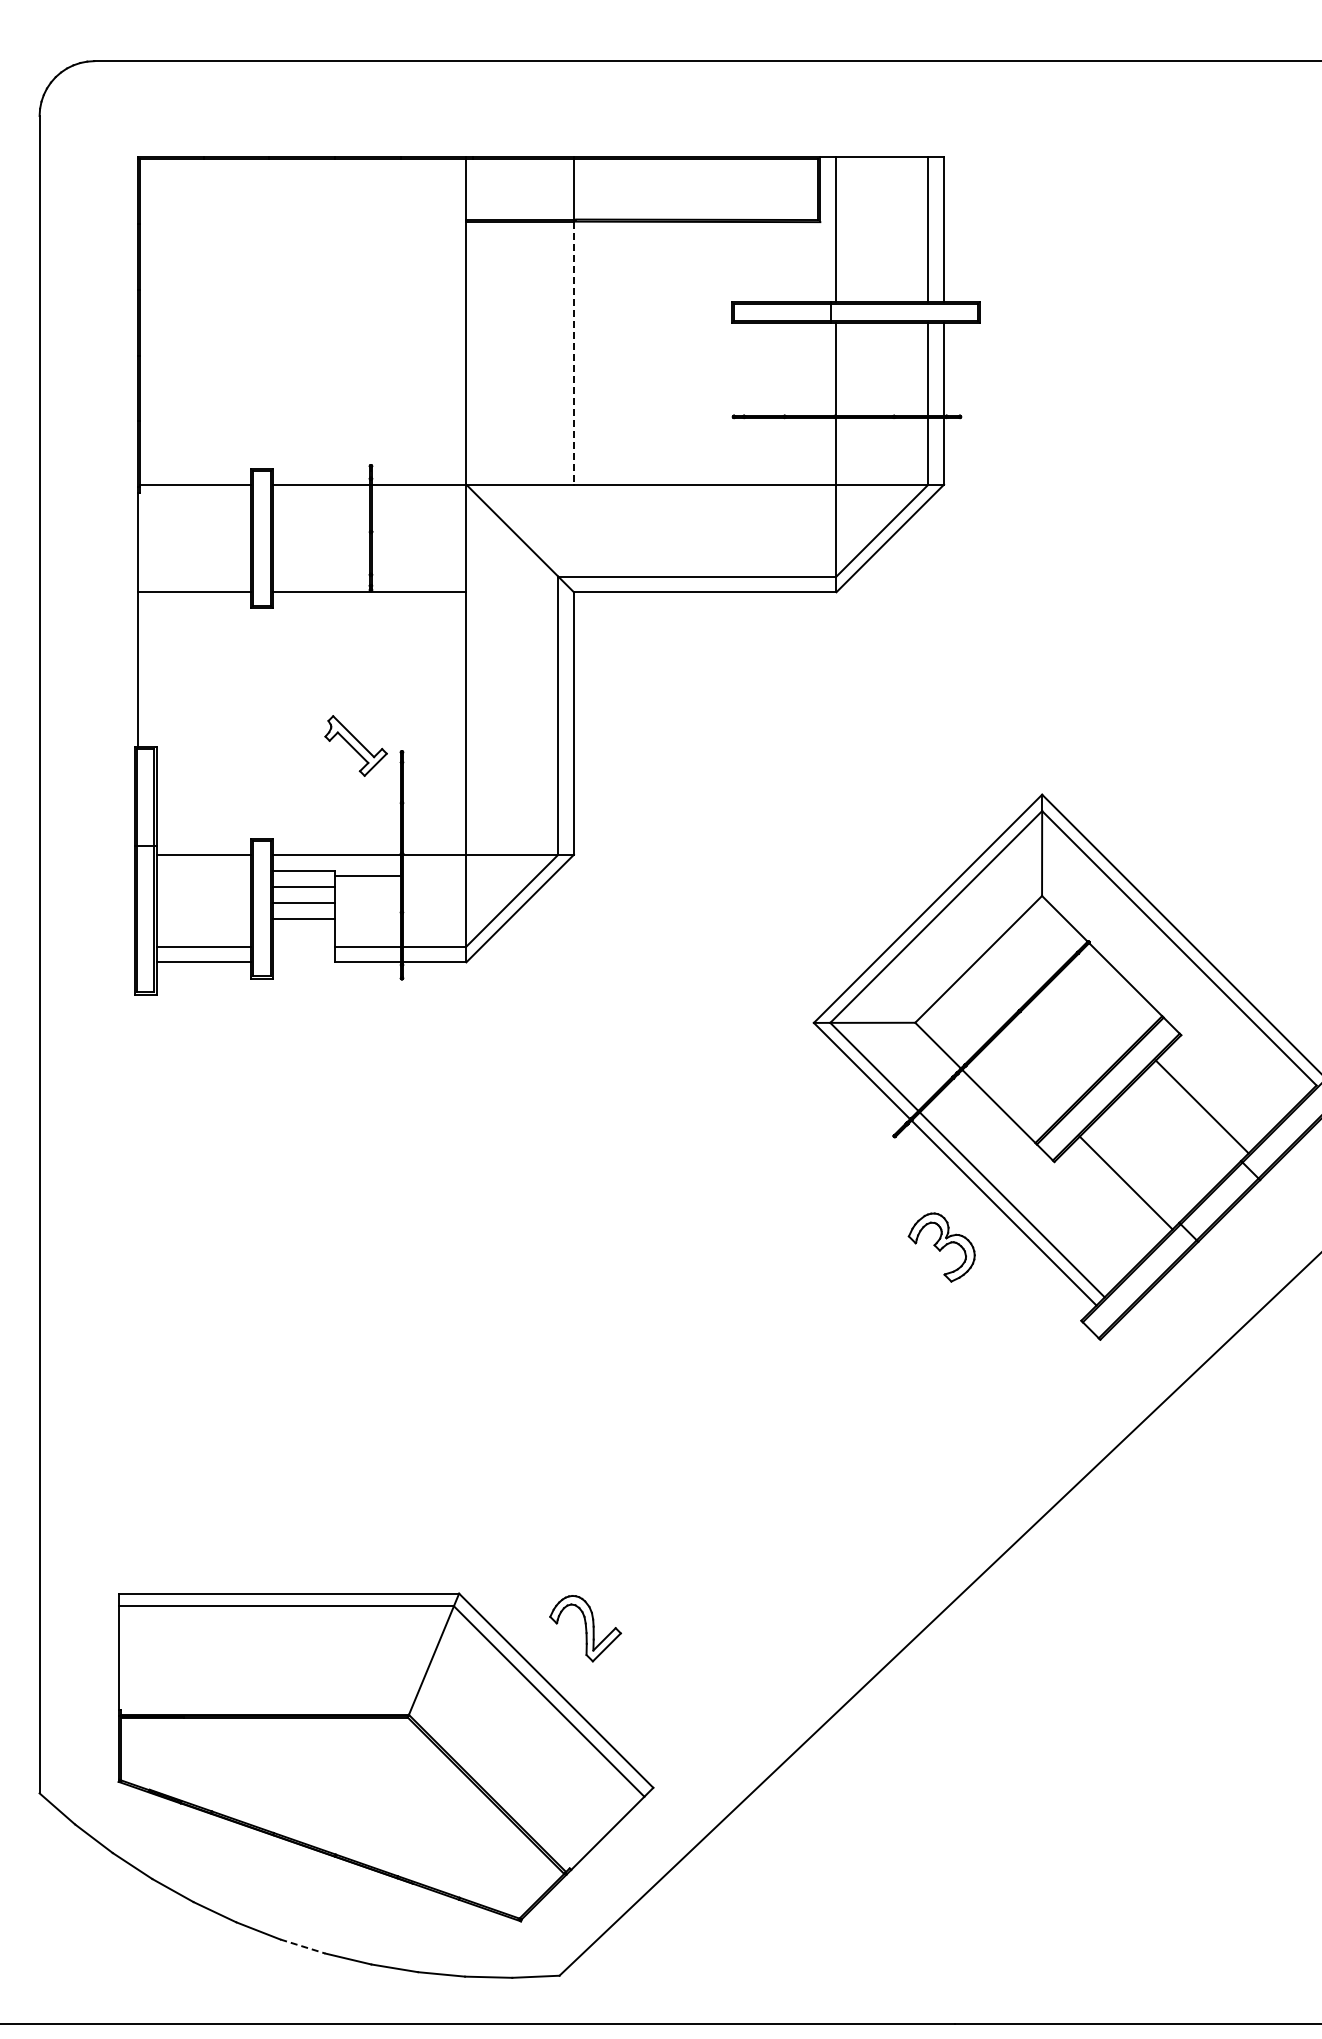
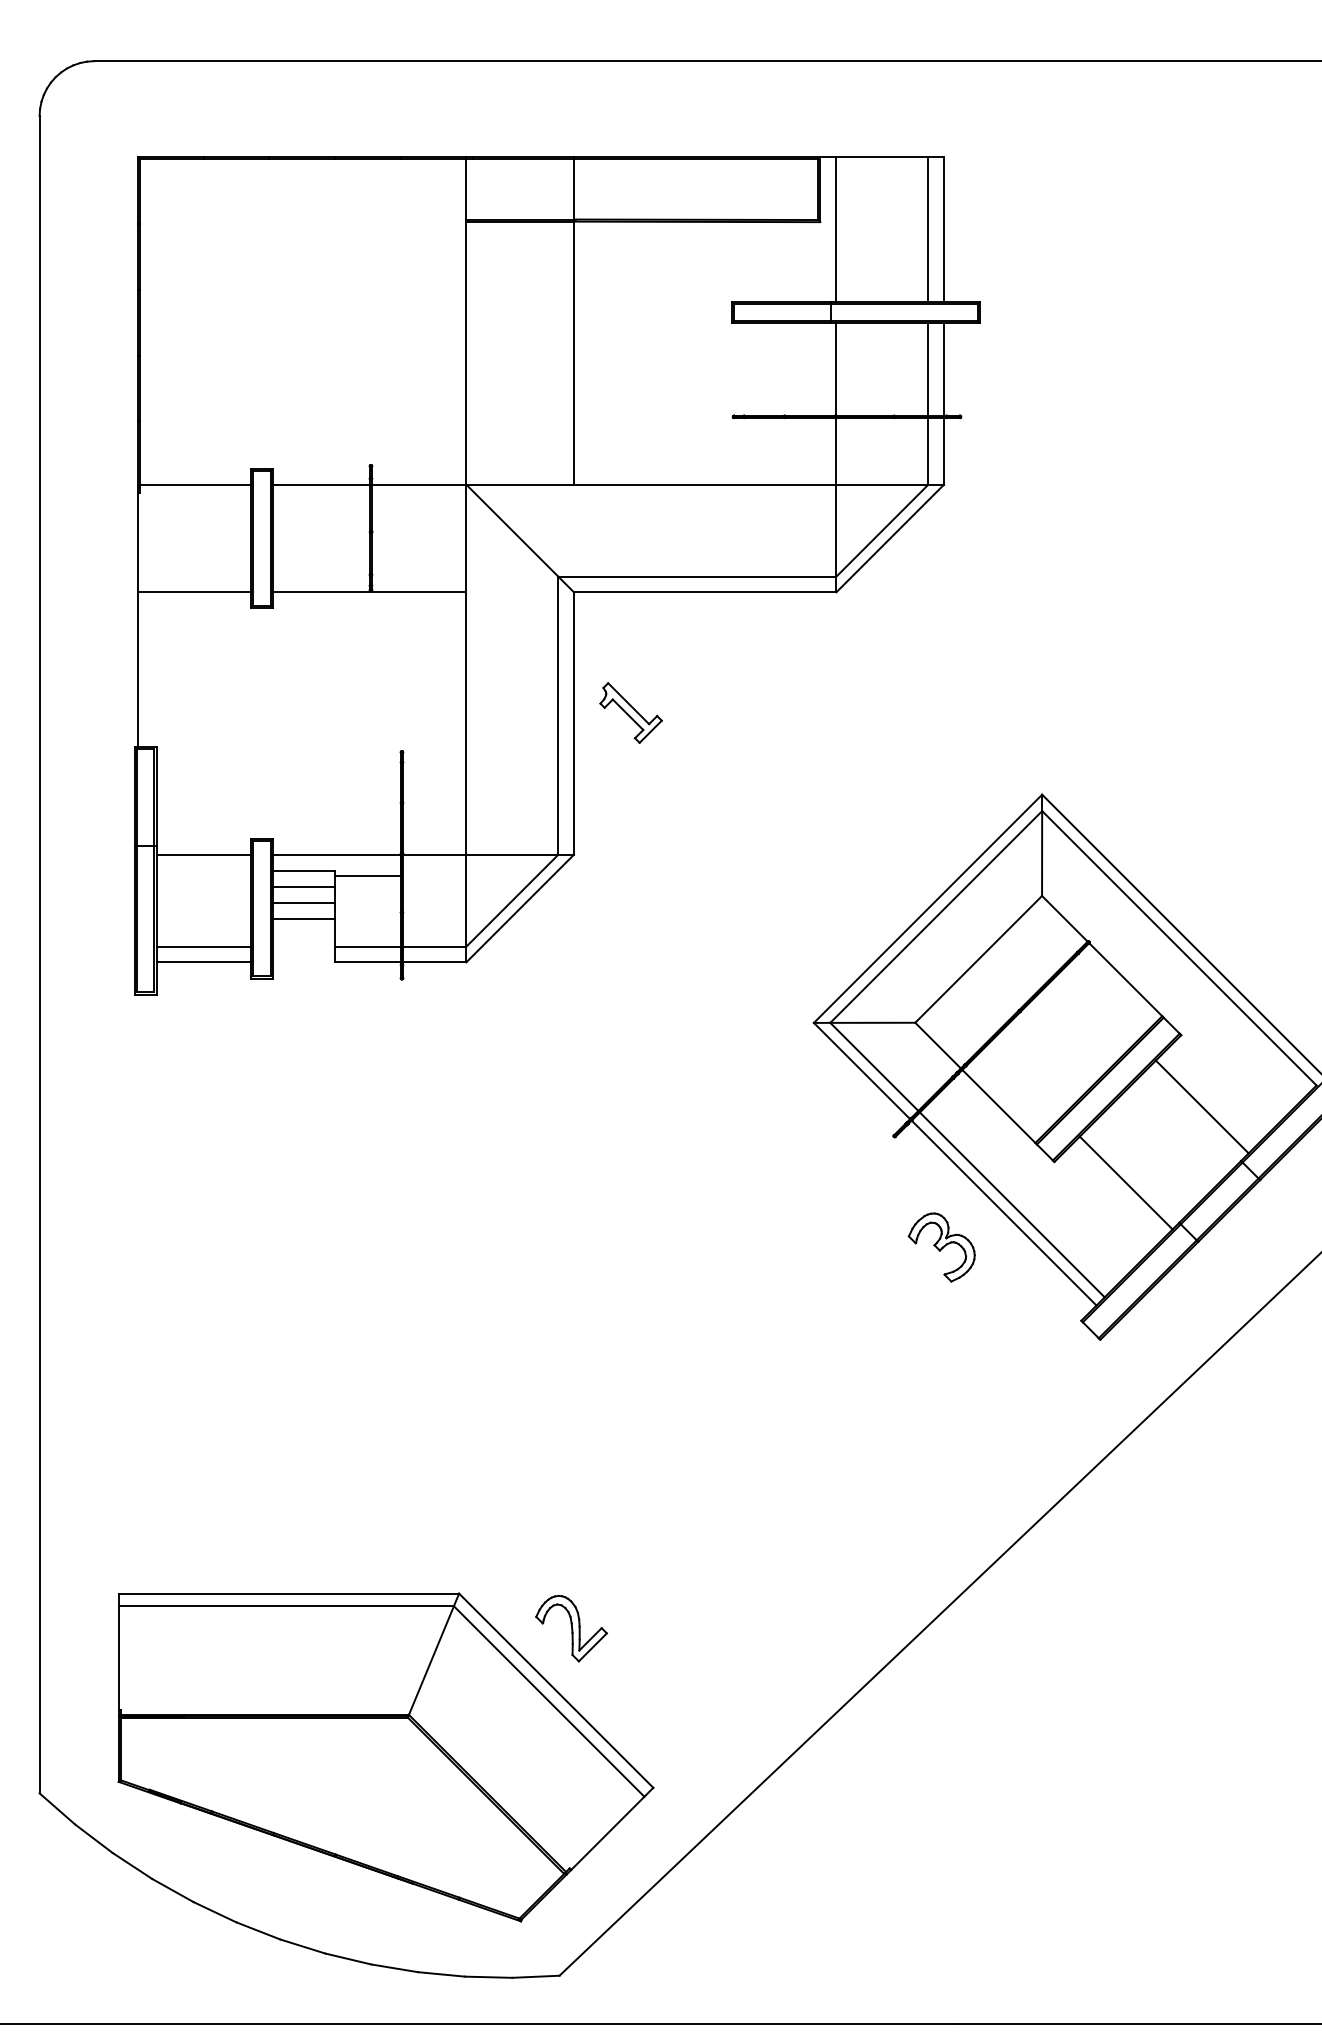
line at (573, 353): dashed -> solid
part at (355, 745) position: (355, 745) -> (630, 712)
part at (585, 1628) position: (585, 1628) -> (571, 1628)
line at (302, 1946): dashed -> solid
